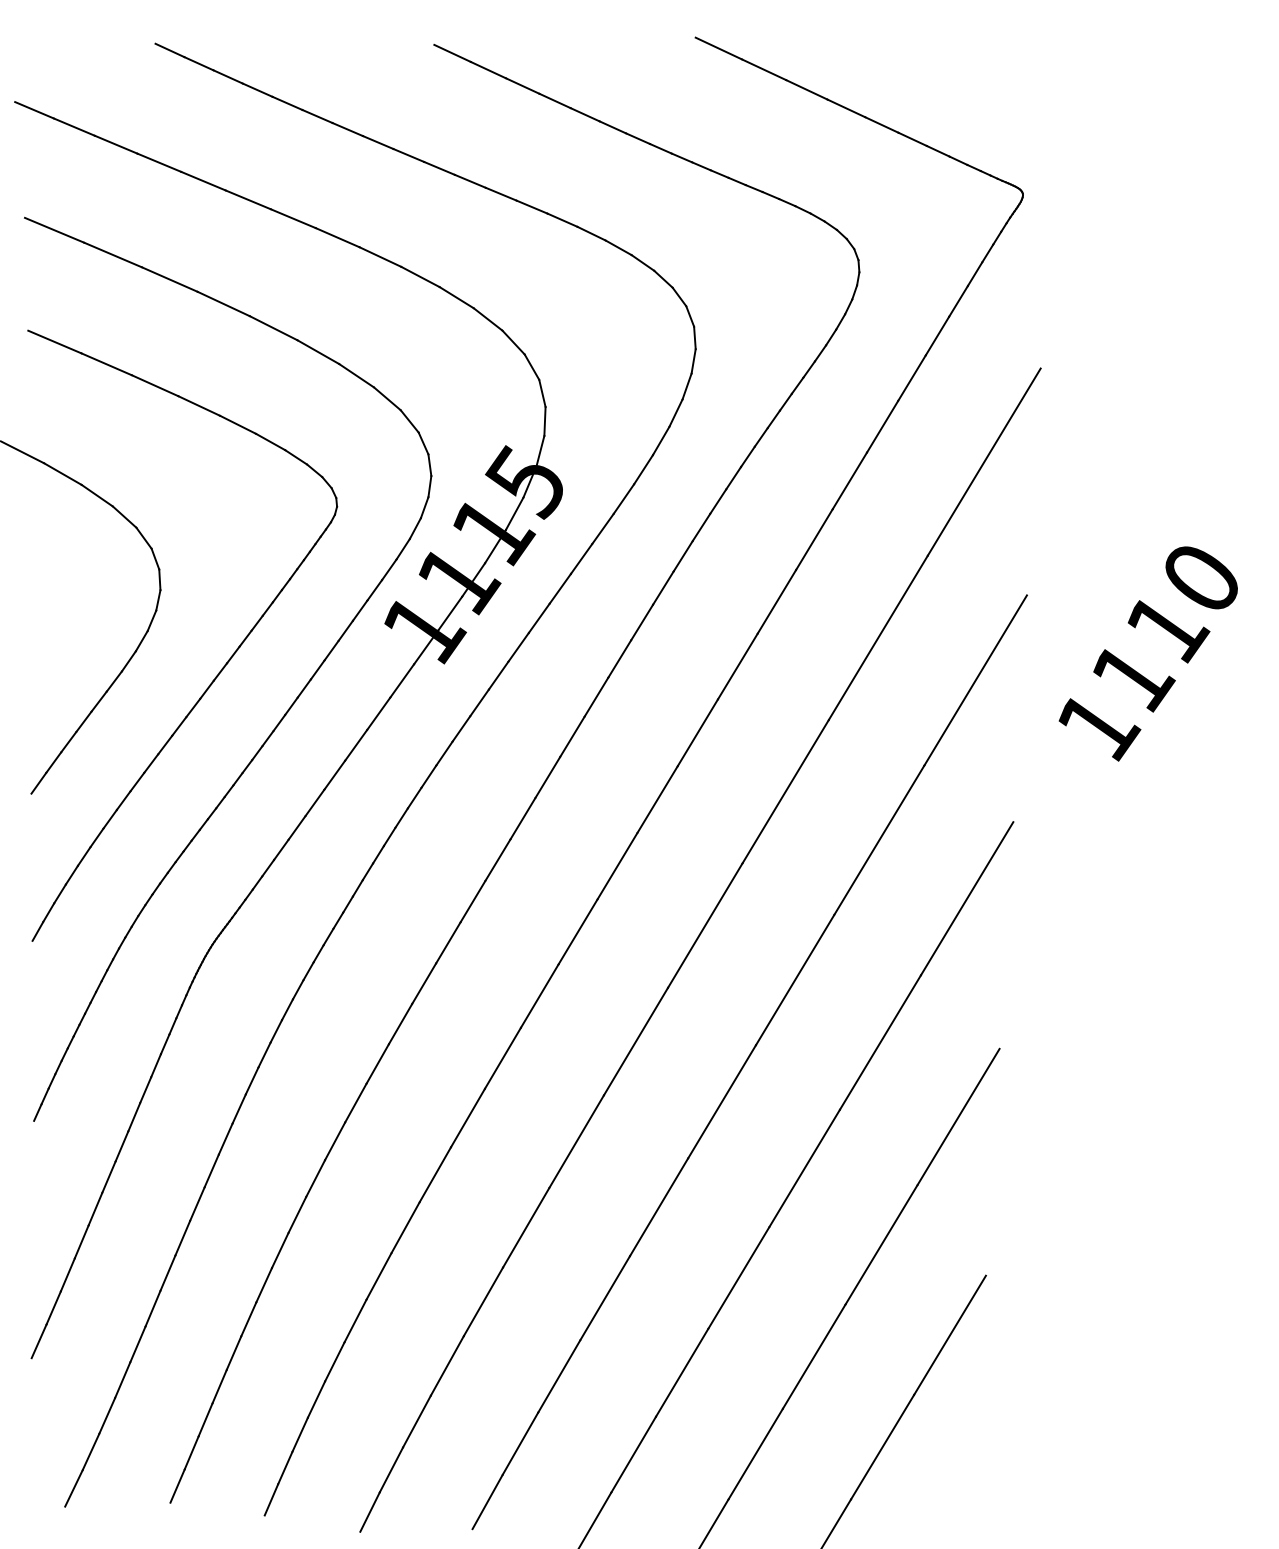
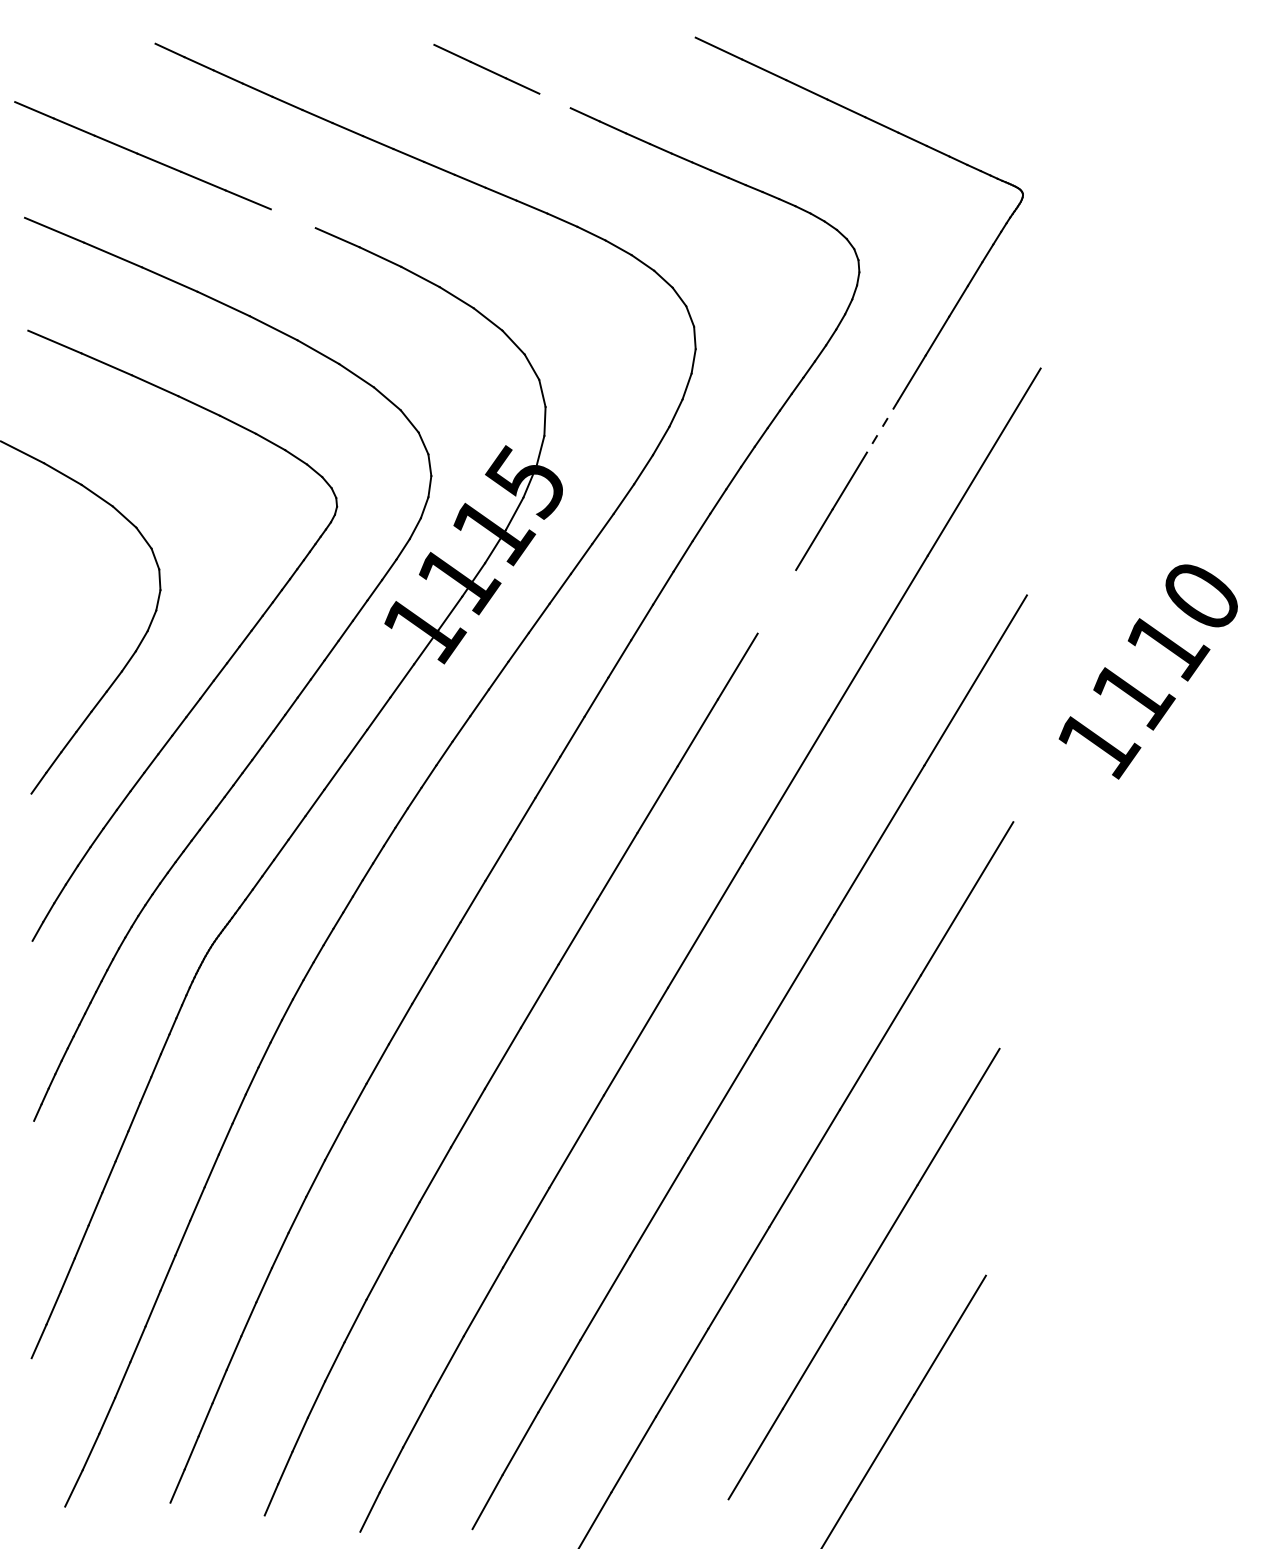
line at (554, 100): present -> none
line at (292, 218): present -> none
line at (882, 427): solid -> dashed
line at (776, 601): present -> none
text at (1147, 653) position: (1147, 653) -> (1147, 671)
line at (714, 1522): present -> none
